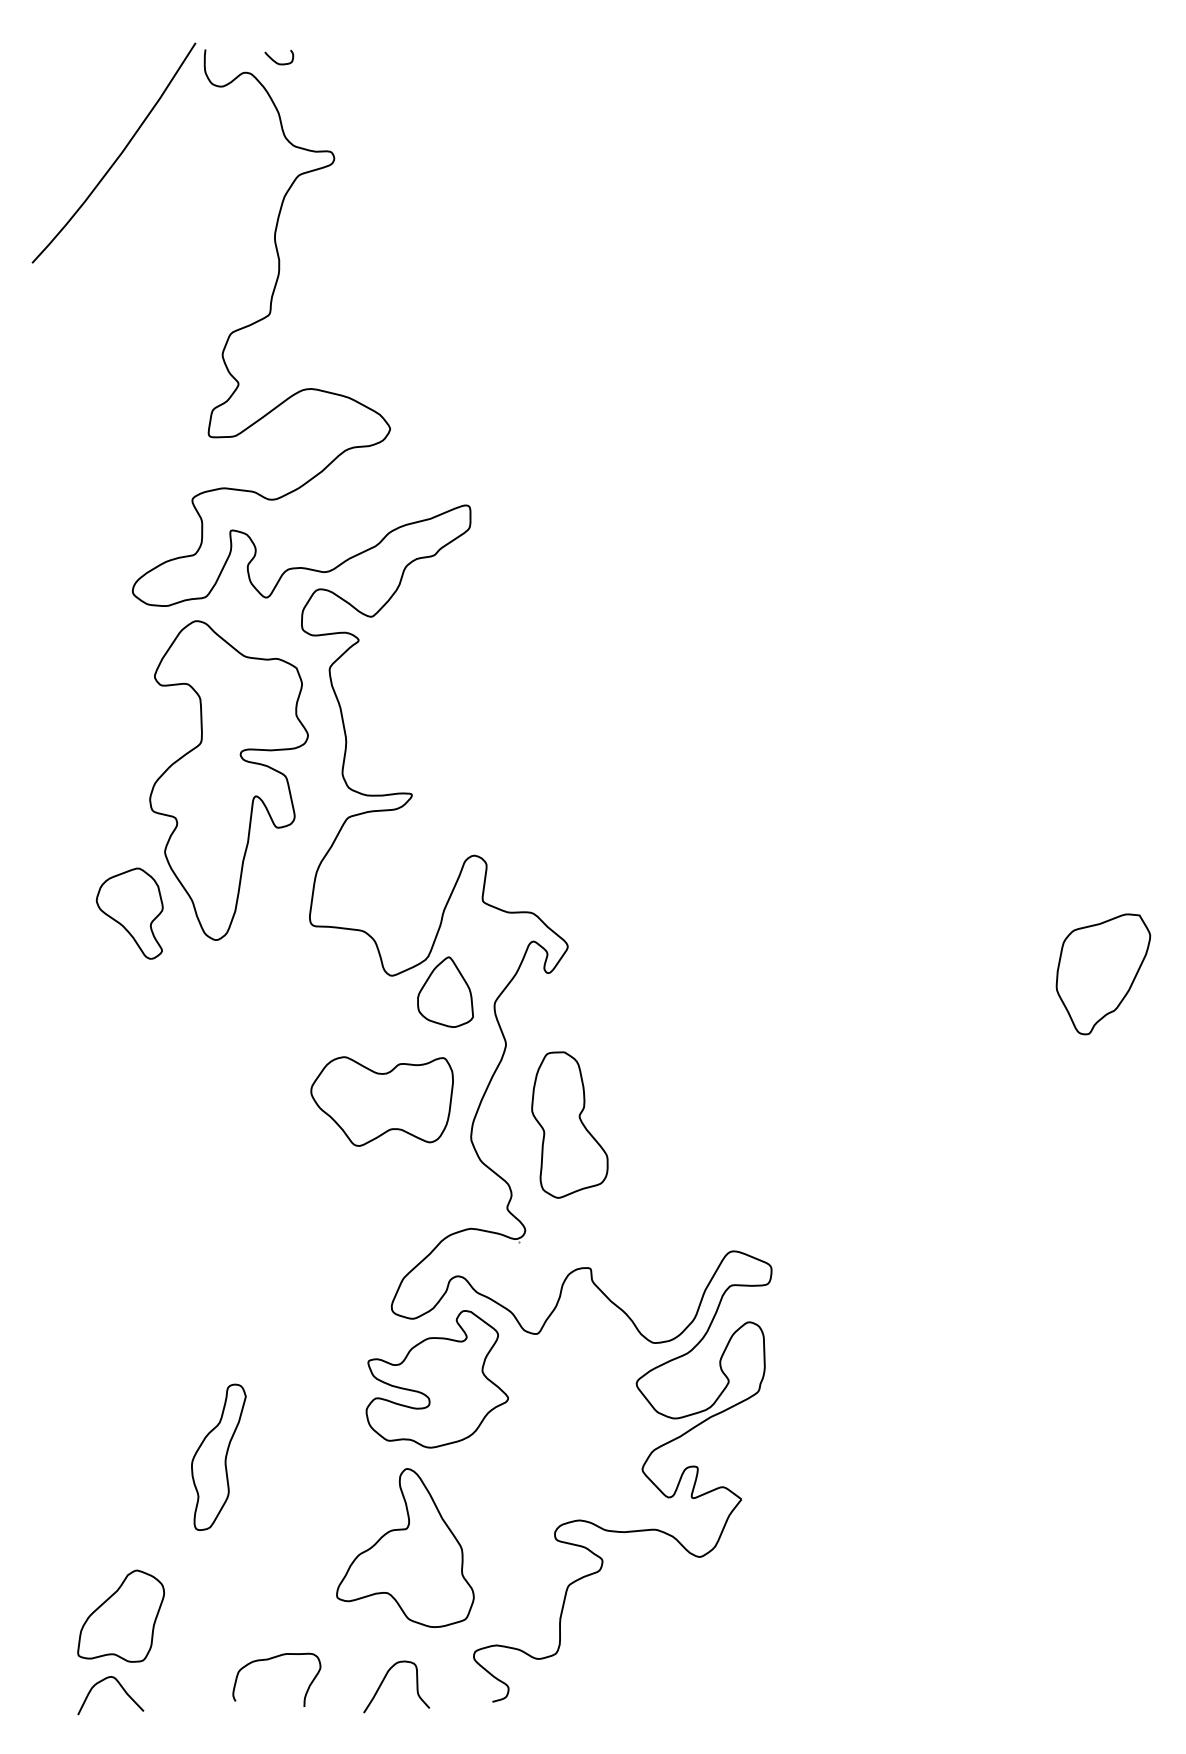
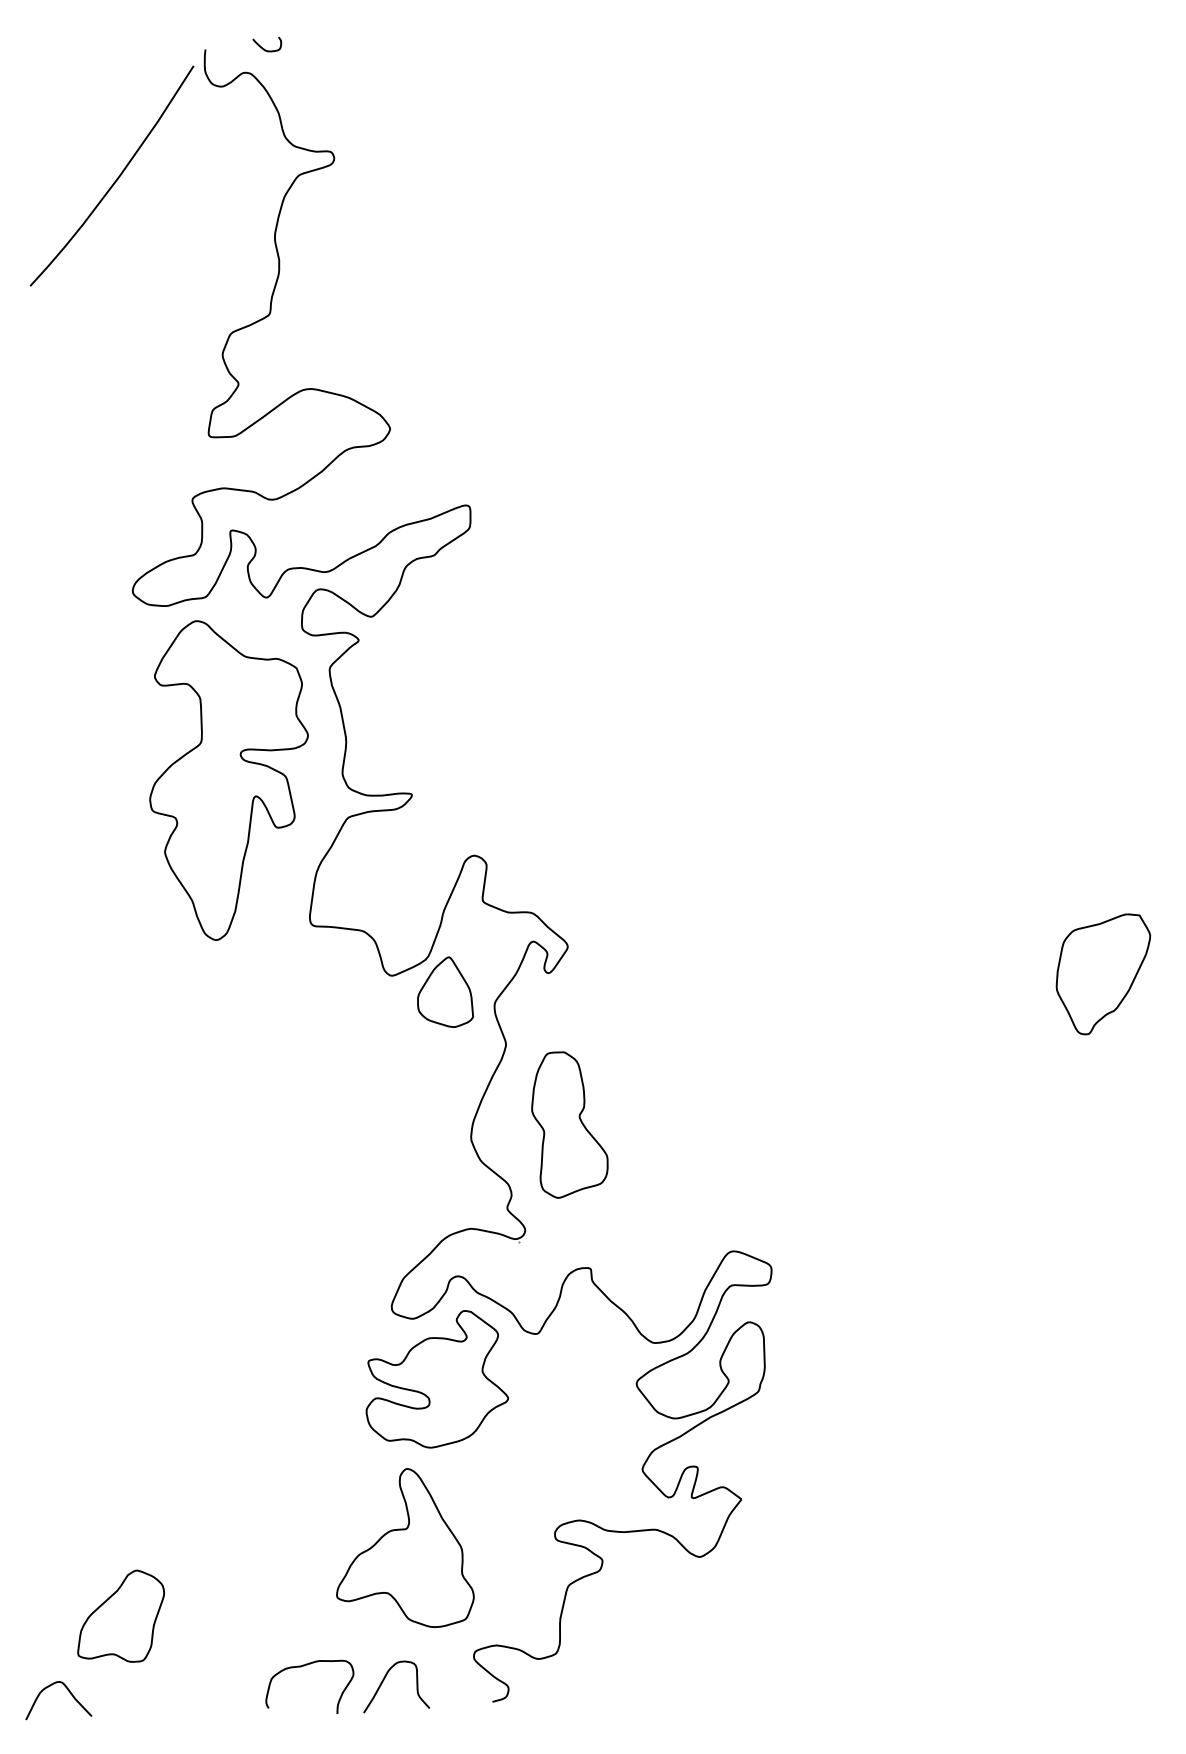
curve at (276, 61) position: (276, 61) -> (264, 48)
curve at (118, 155) position: (118, 155) -> (116, 178)
part at (129, 913): present -> none
part at (381, 1101): present -> none
part at (218, 1456): present -> none
curve at (271, 1659) position: (271, 1659) -> (304, 1666)
curve at (122, 1689) position: (122, 1689) -> (70, 1694)
